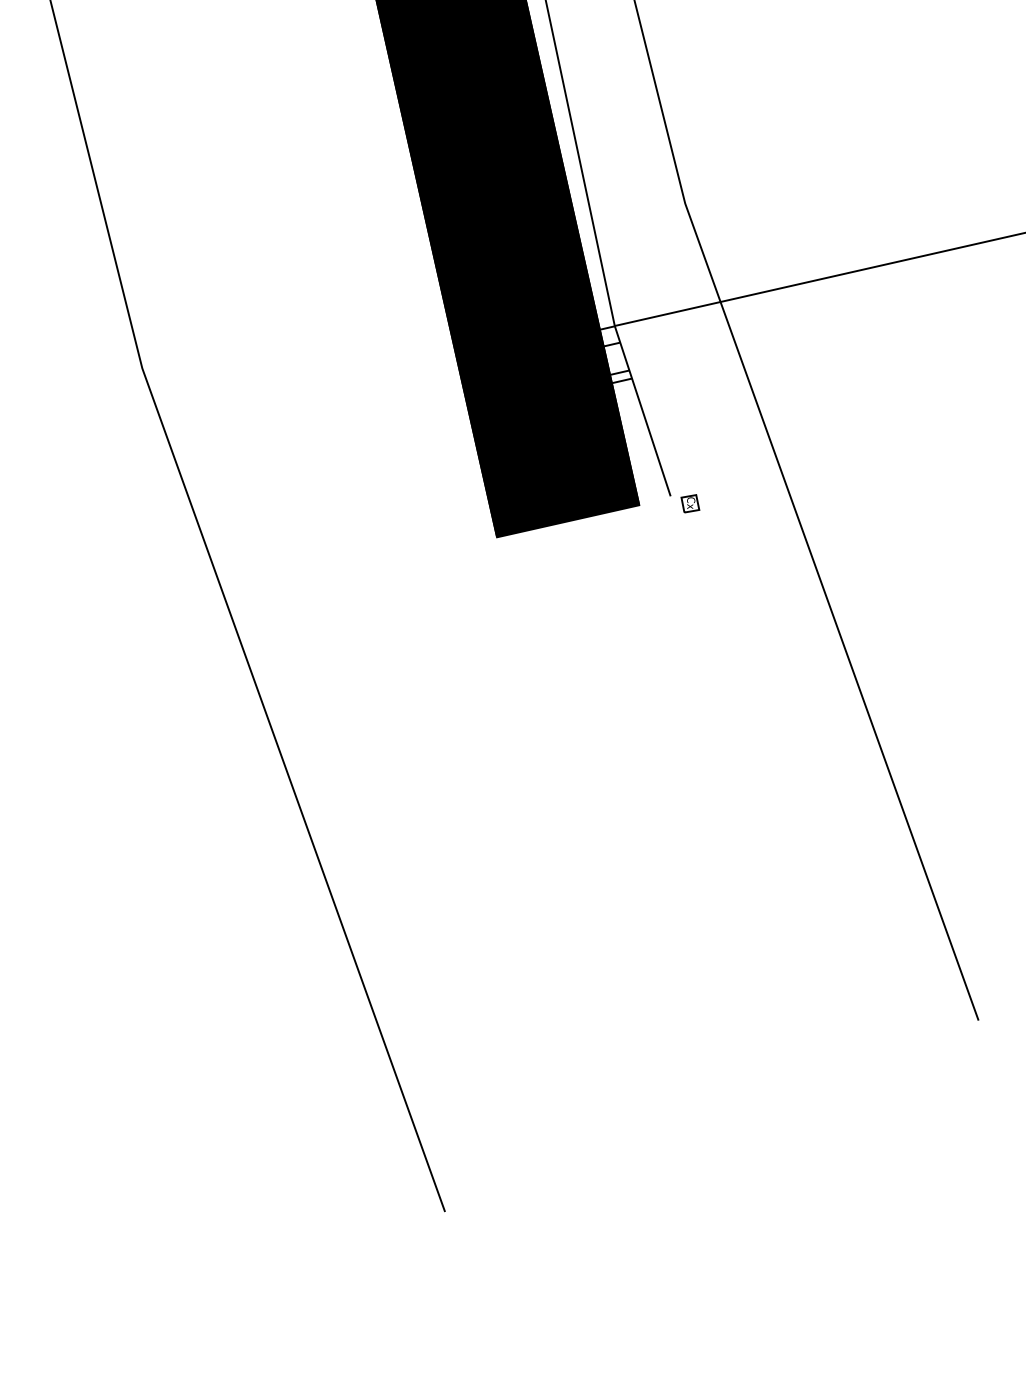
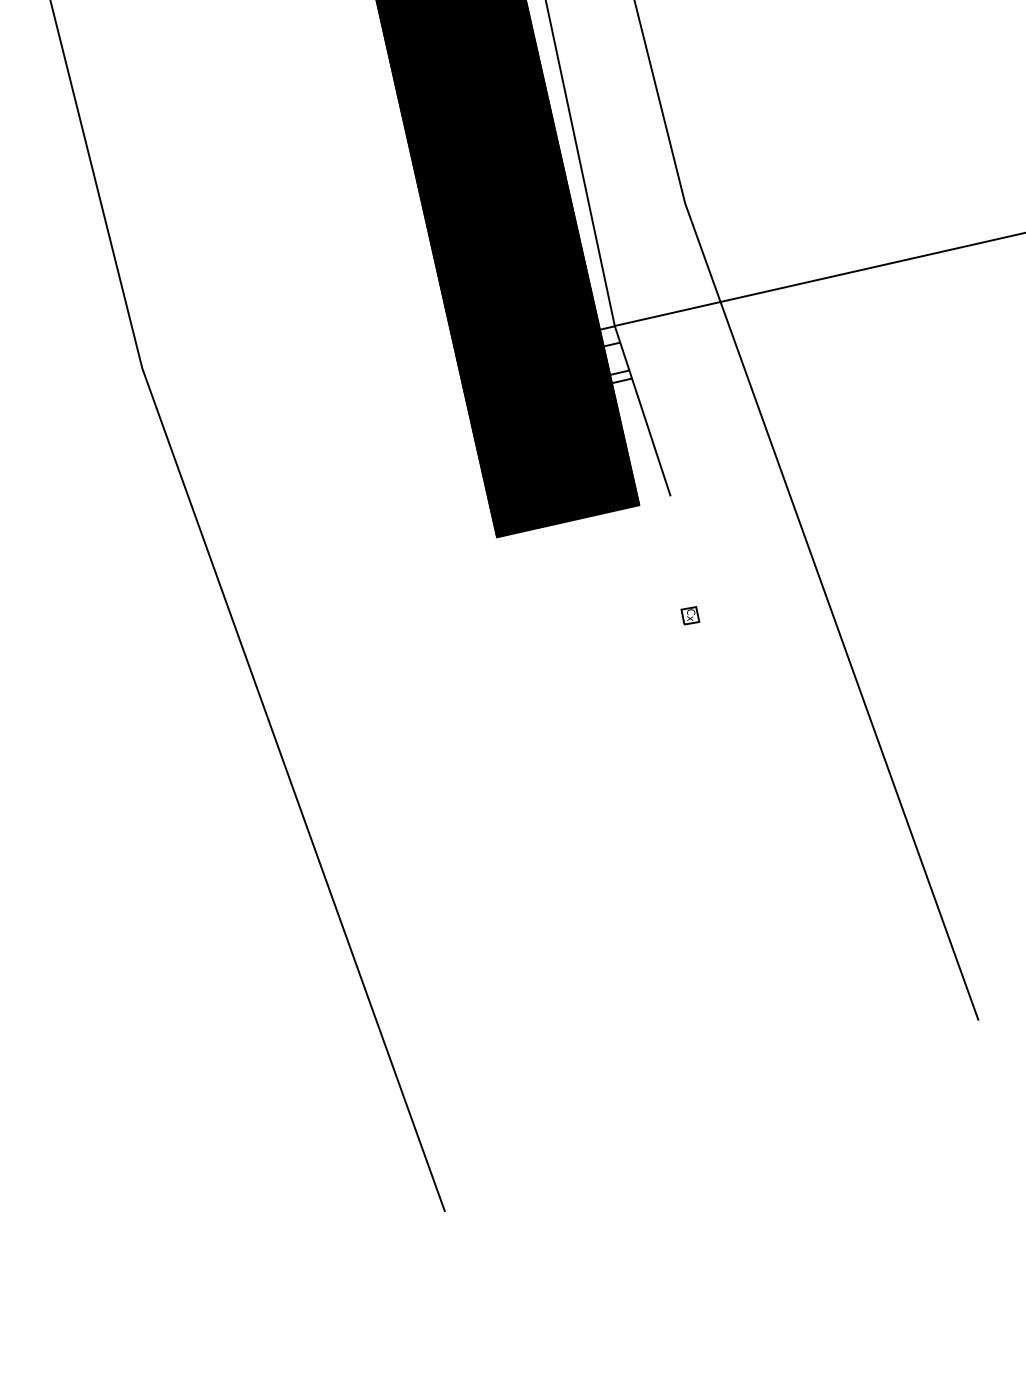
part at (690, 503) position: (690, 503) -> (690, 615)
